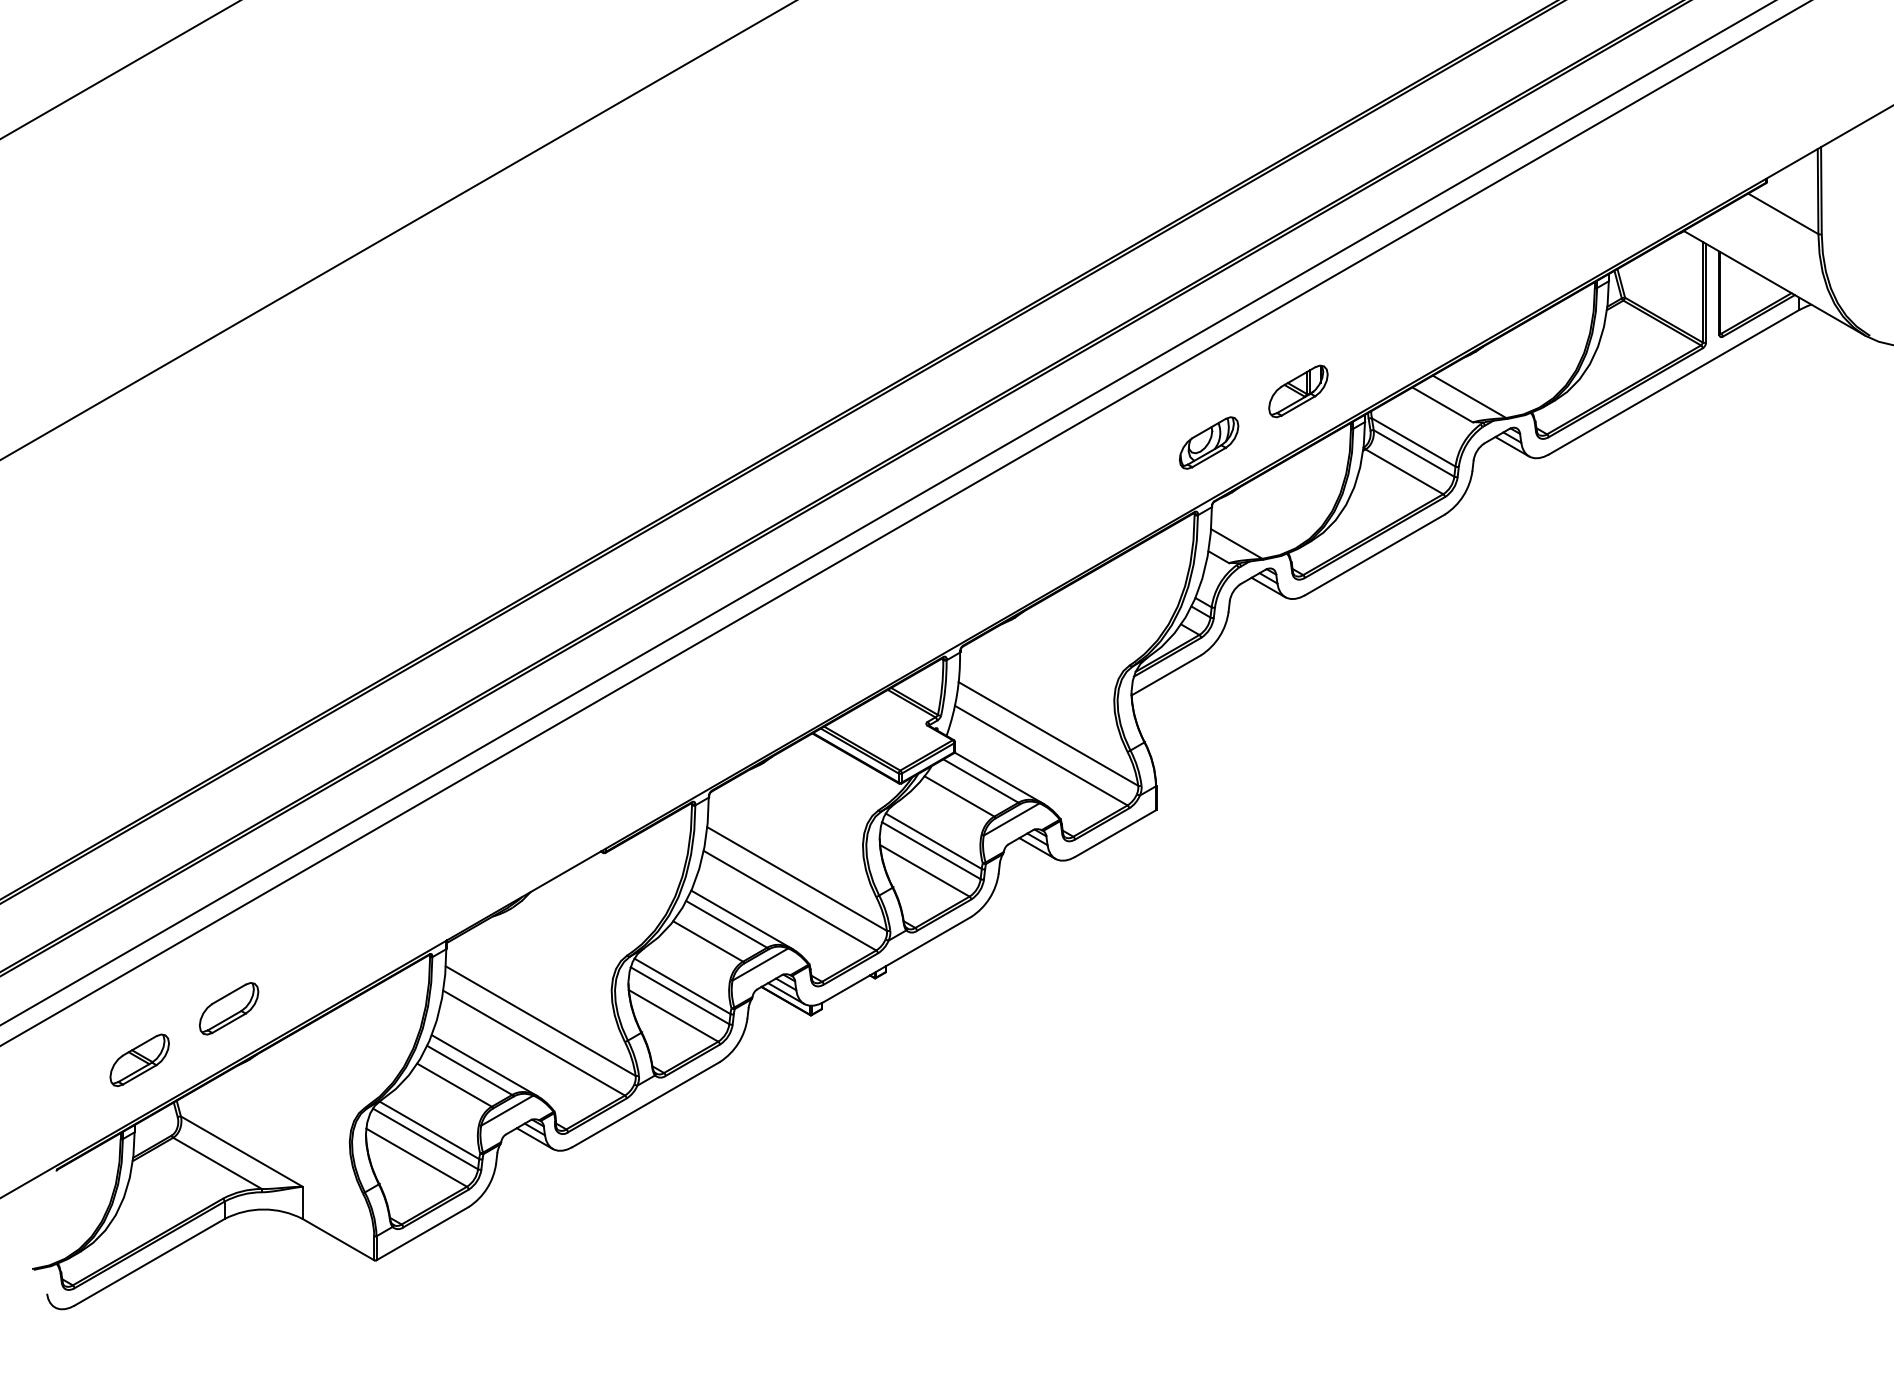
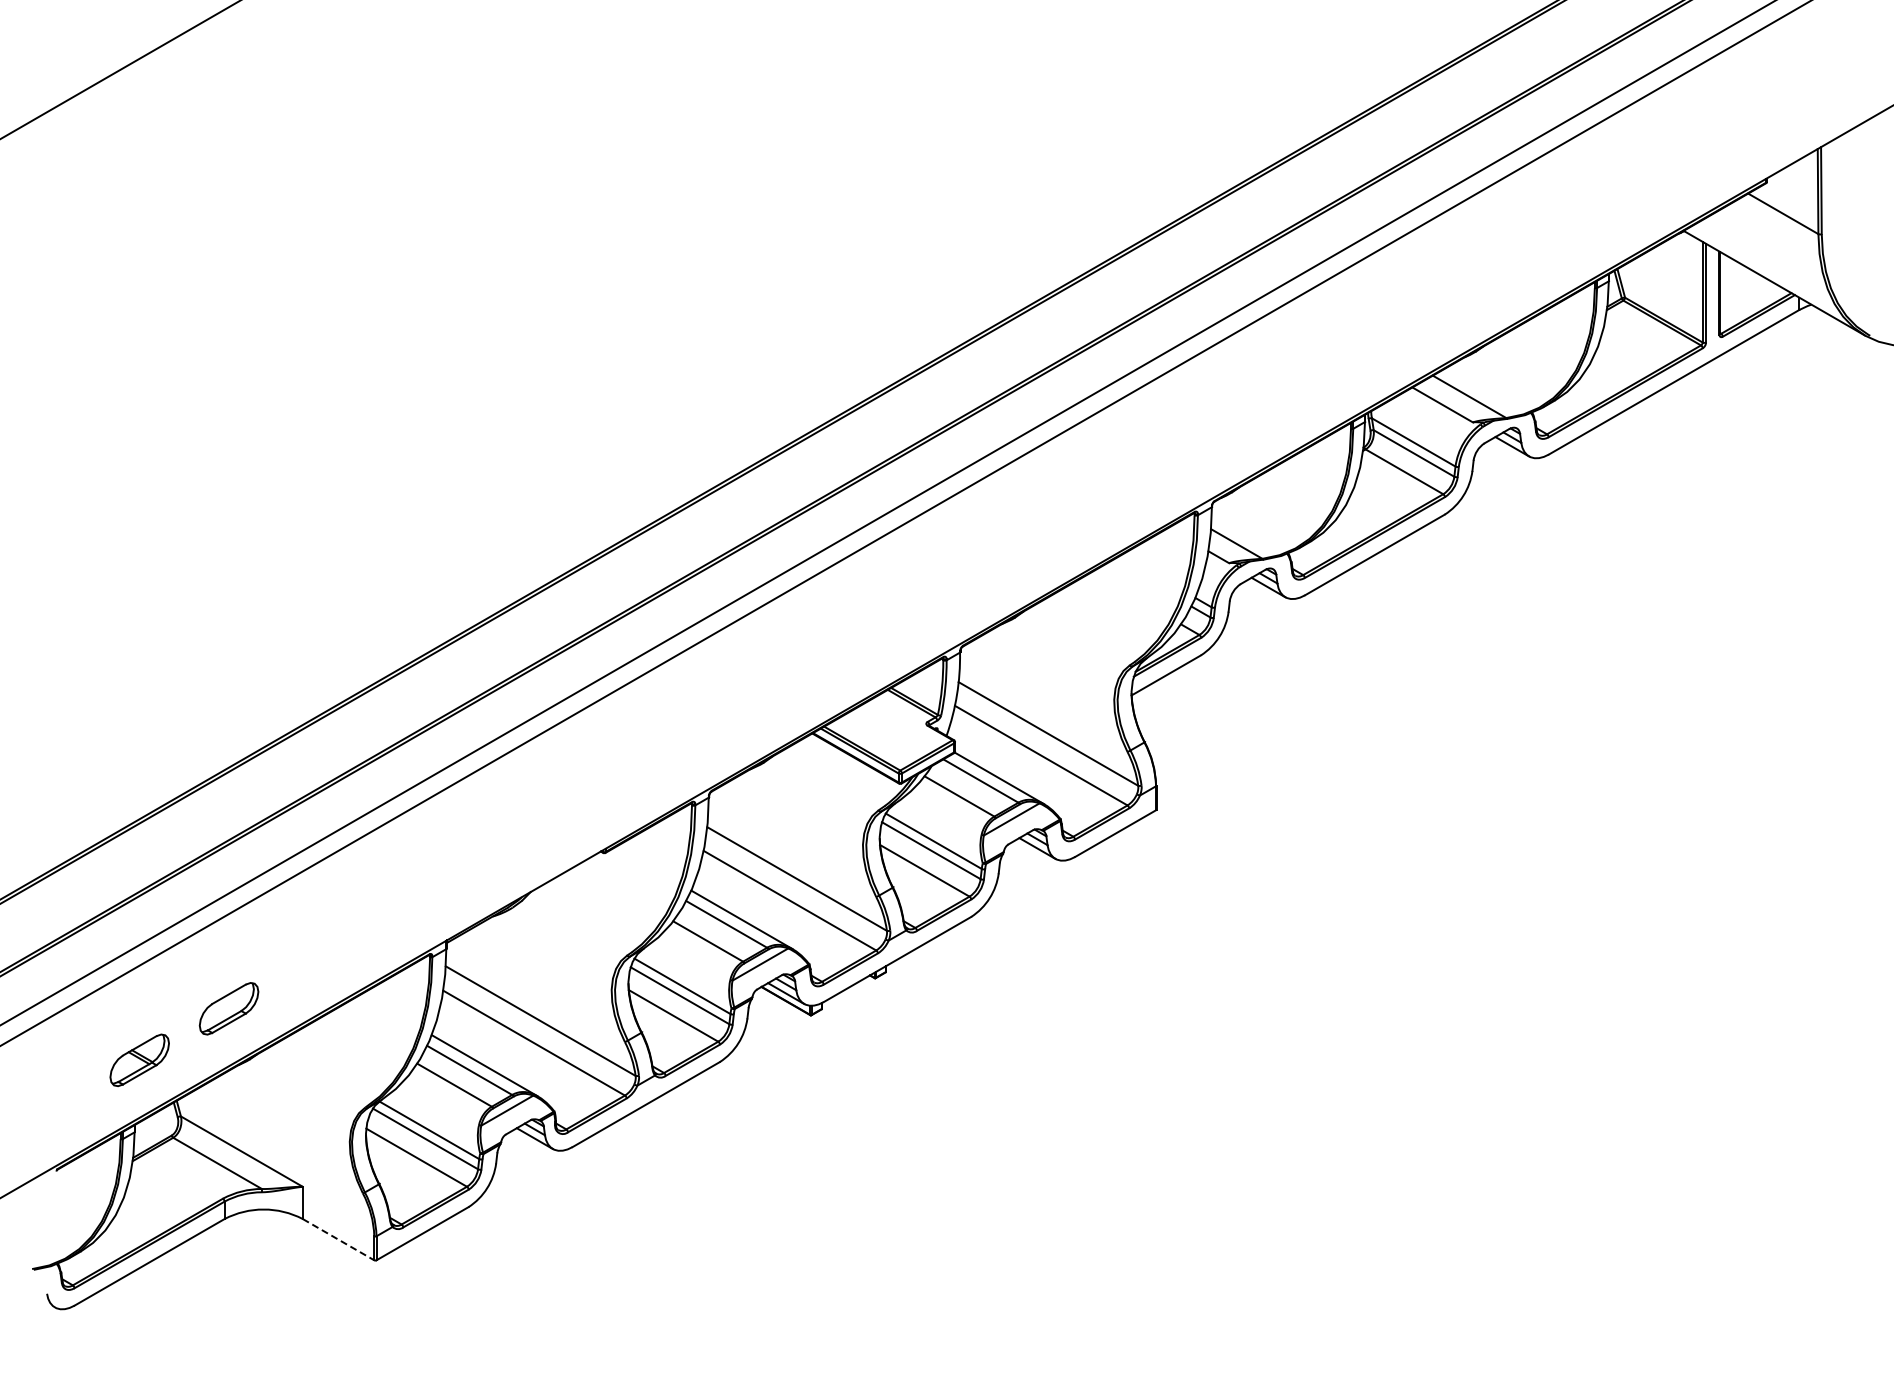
line at (397, 230): present -> none
part at (1298, 391): present -> none
part at (1209, 442): present -> none
line at (338, 1239): solid -> dashed
